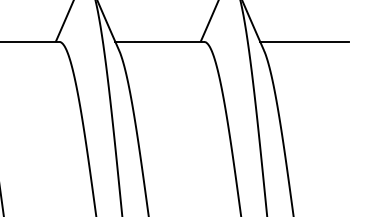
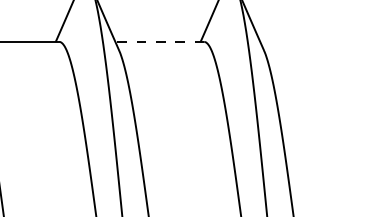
line at (159, 41): solid -> dashed
line at (304, 41): present -> none
